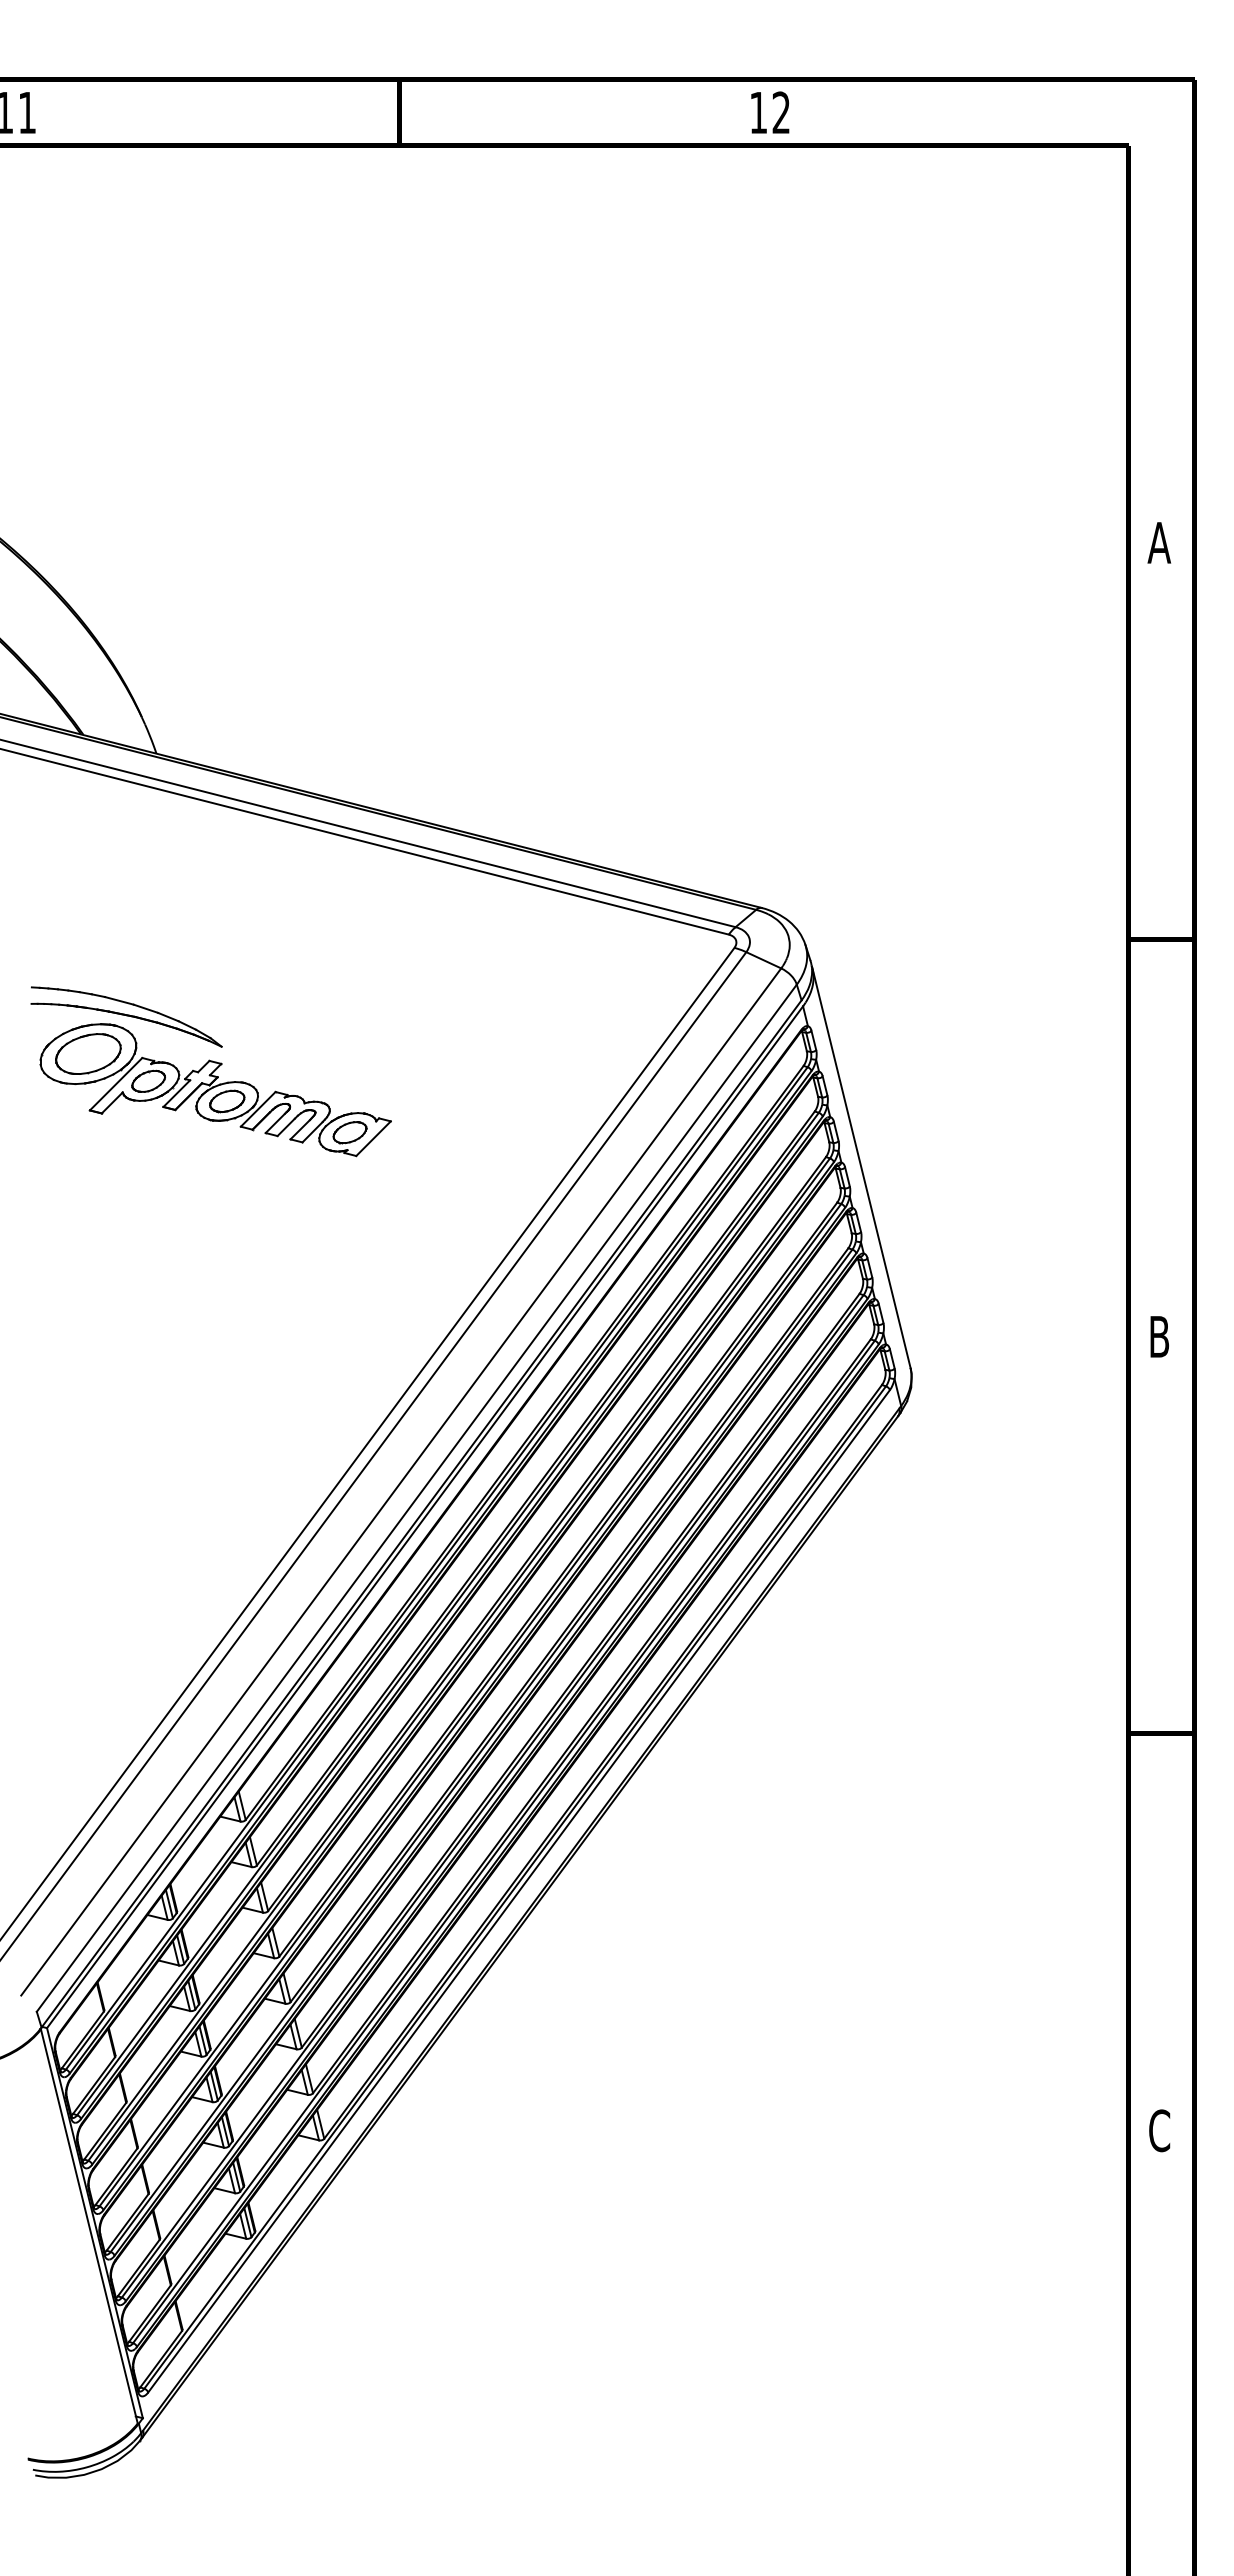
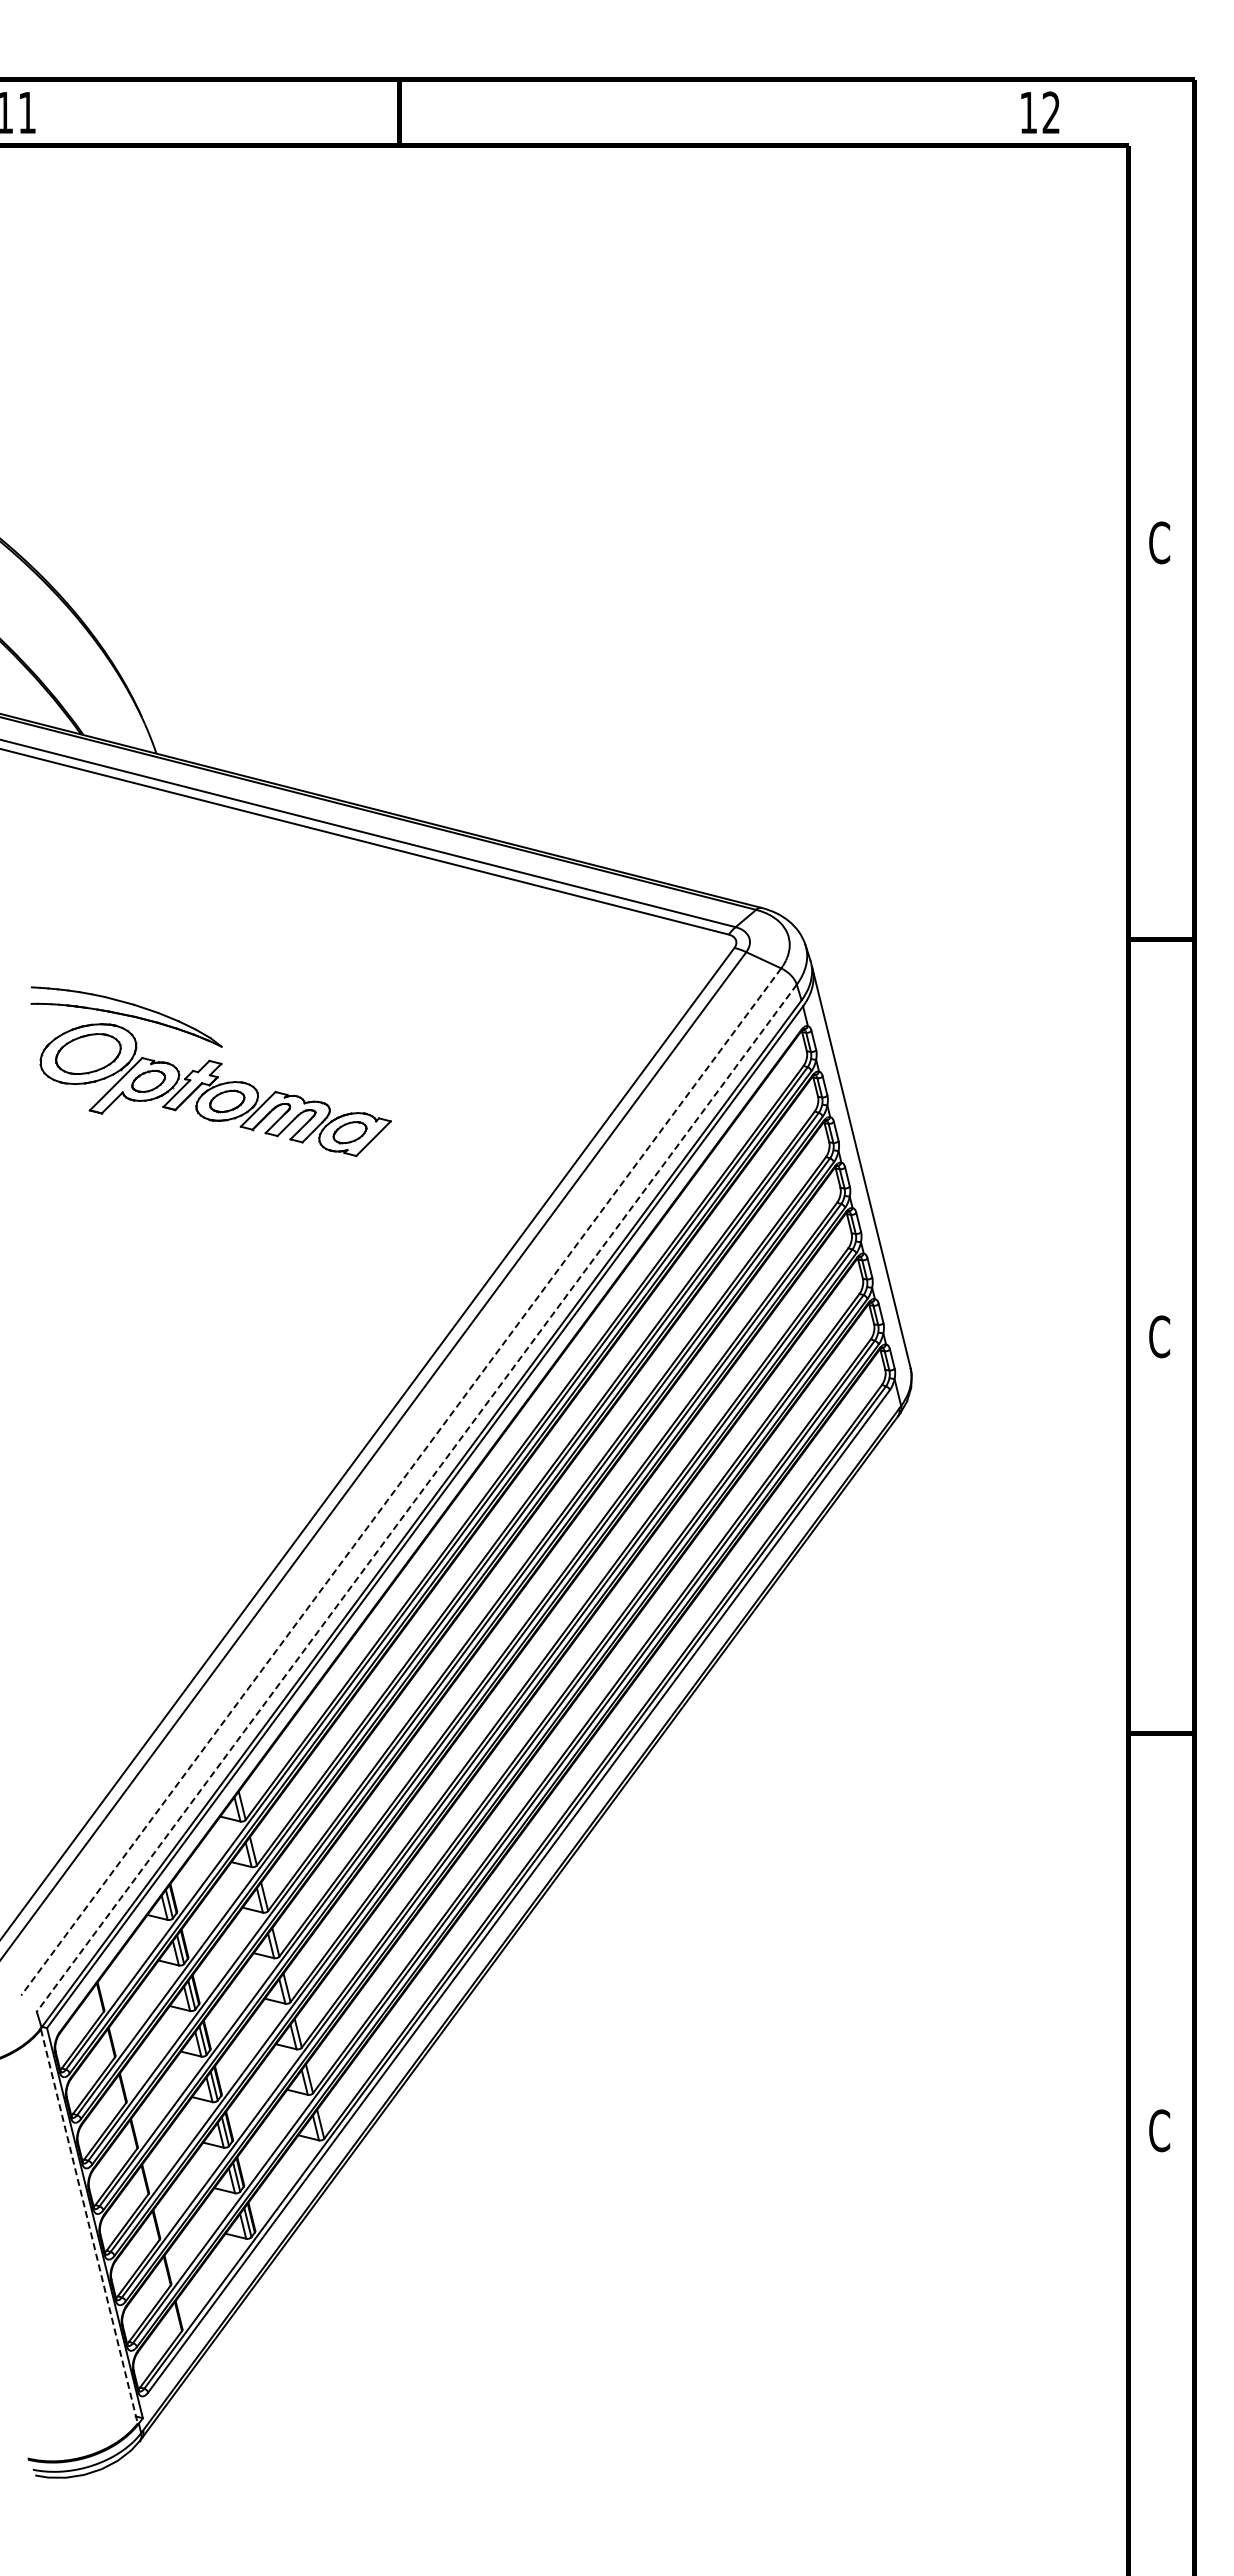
text at (770, 112) position: (770, 112) -> (1040, 112)
text at (1159, 542): A -> C
text at (1159, 1336): B -> C
line at (401, 1481): solid -> dashed
line at (416, 1498): solid -> dashed
line at (89, 2226): solid -> dashed
